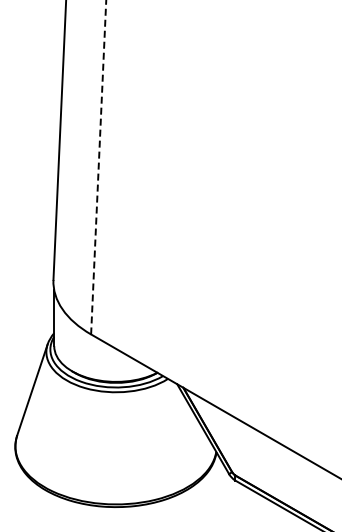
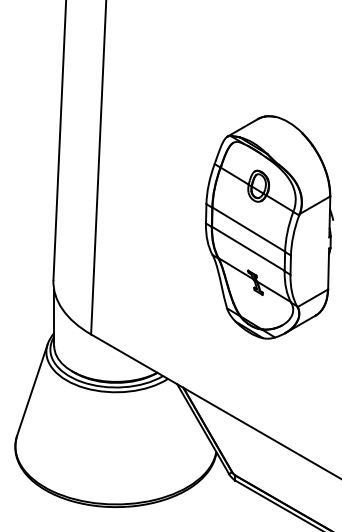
line at (98, 166): dashed -> solid
part at (269, 227): none -> present
